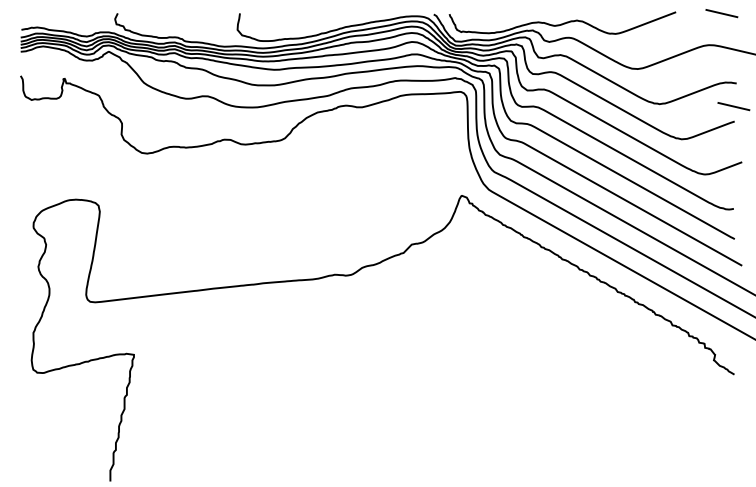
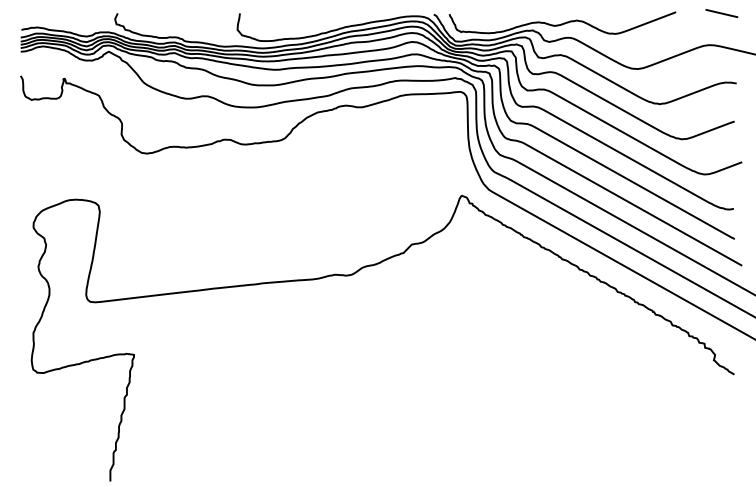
line at (733, 106): present -> none
